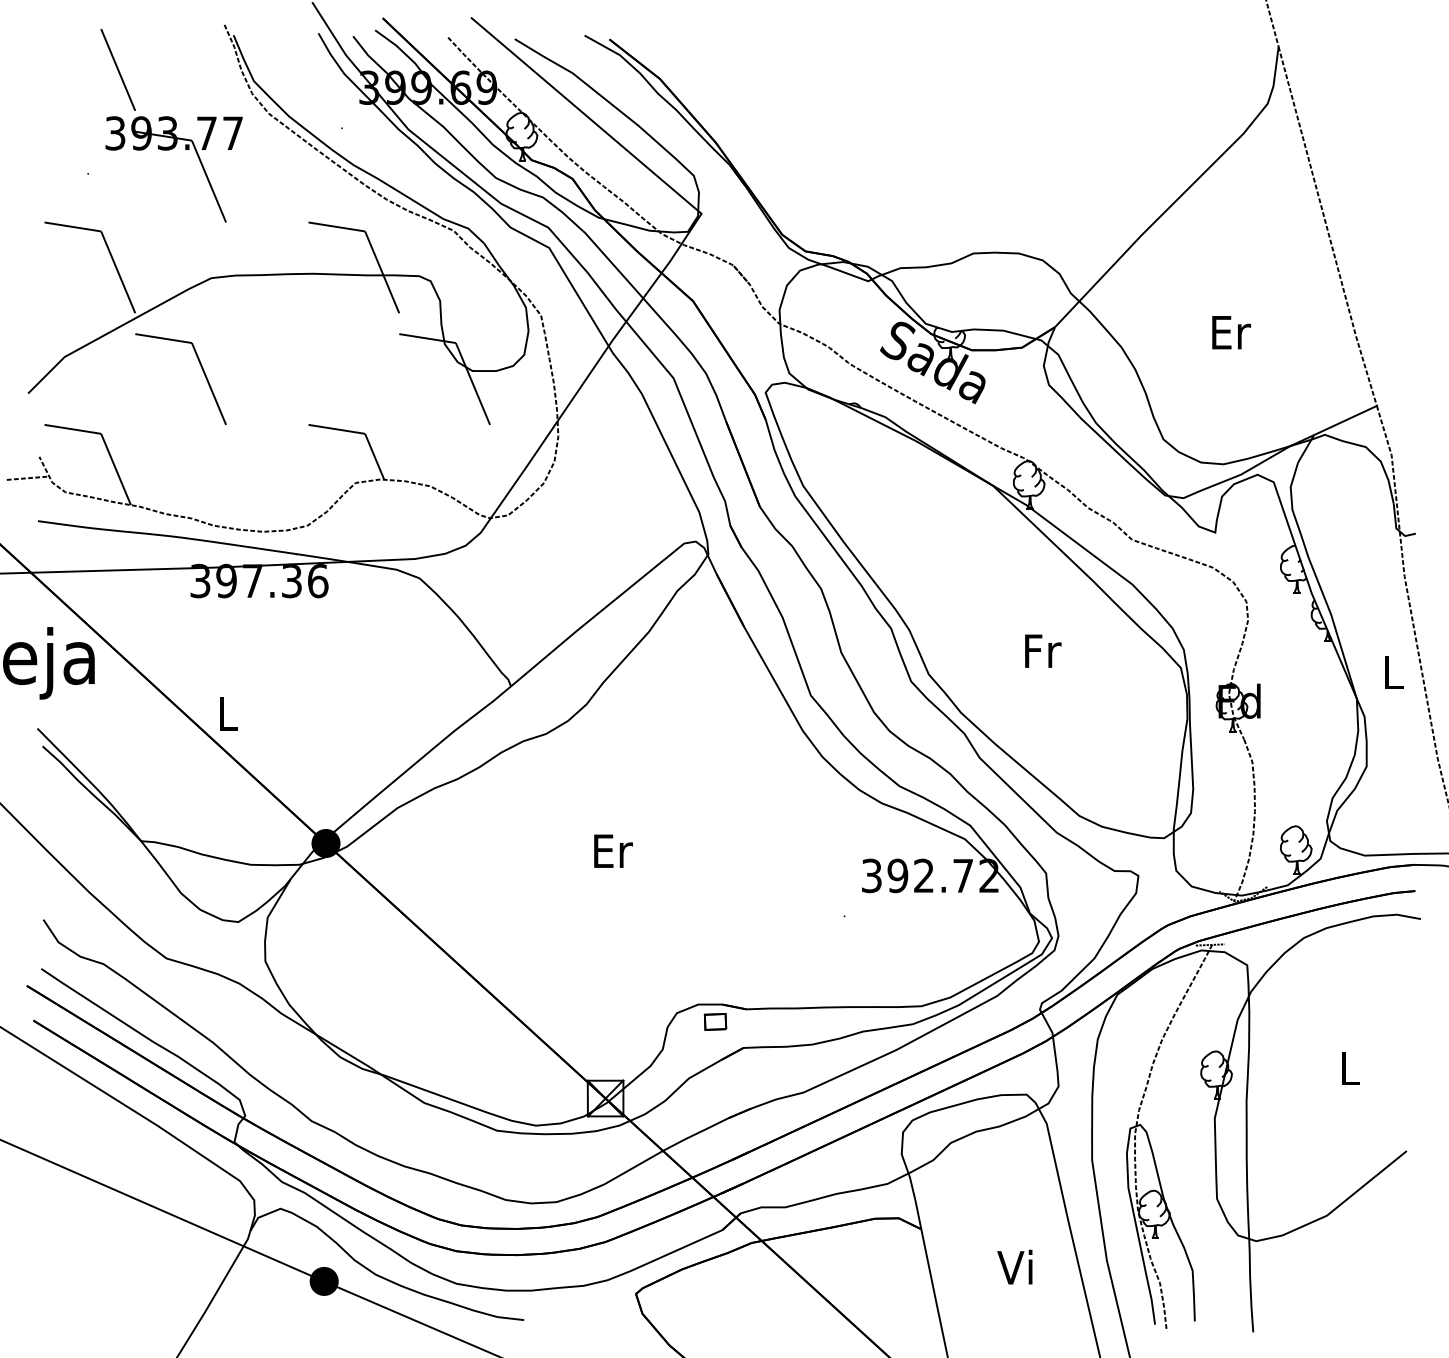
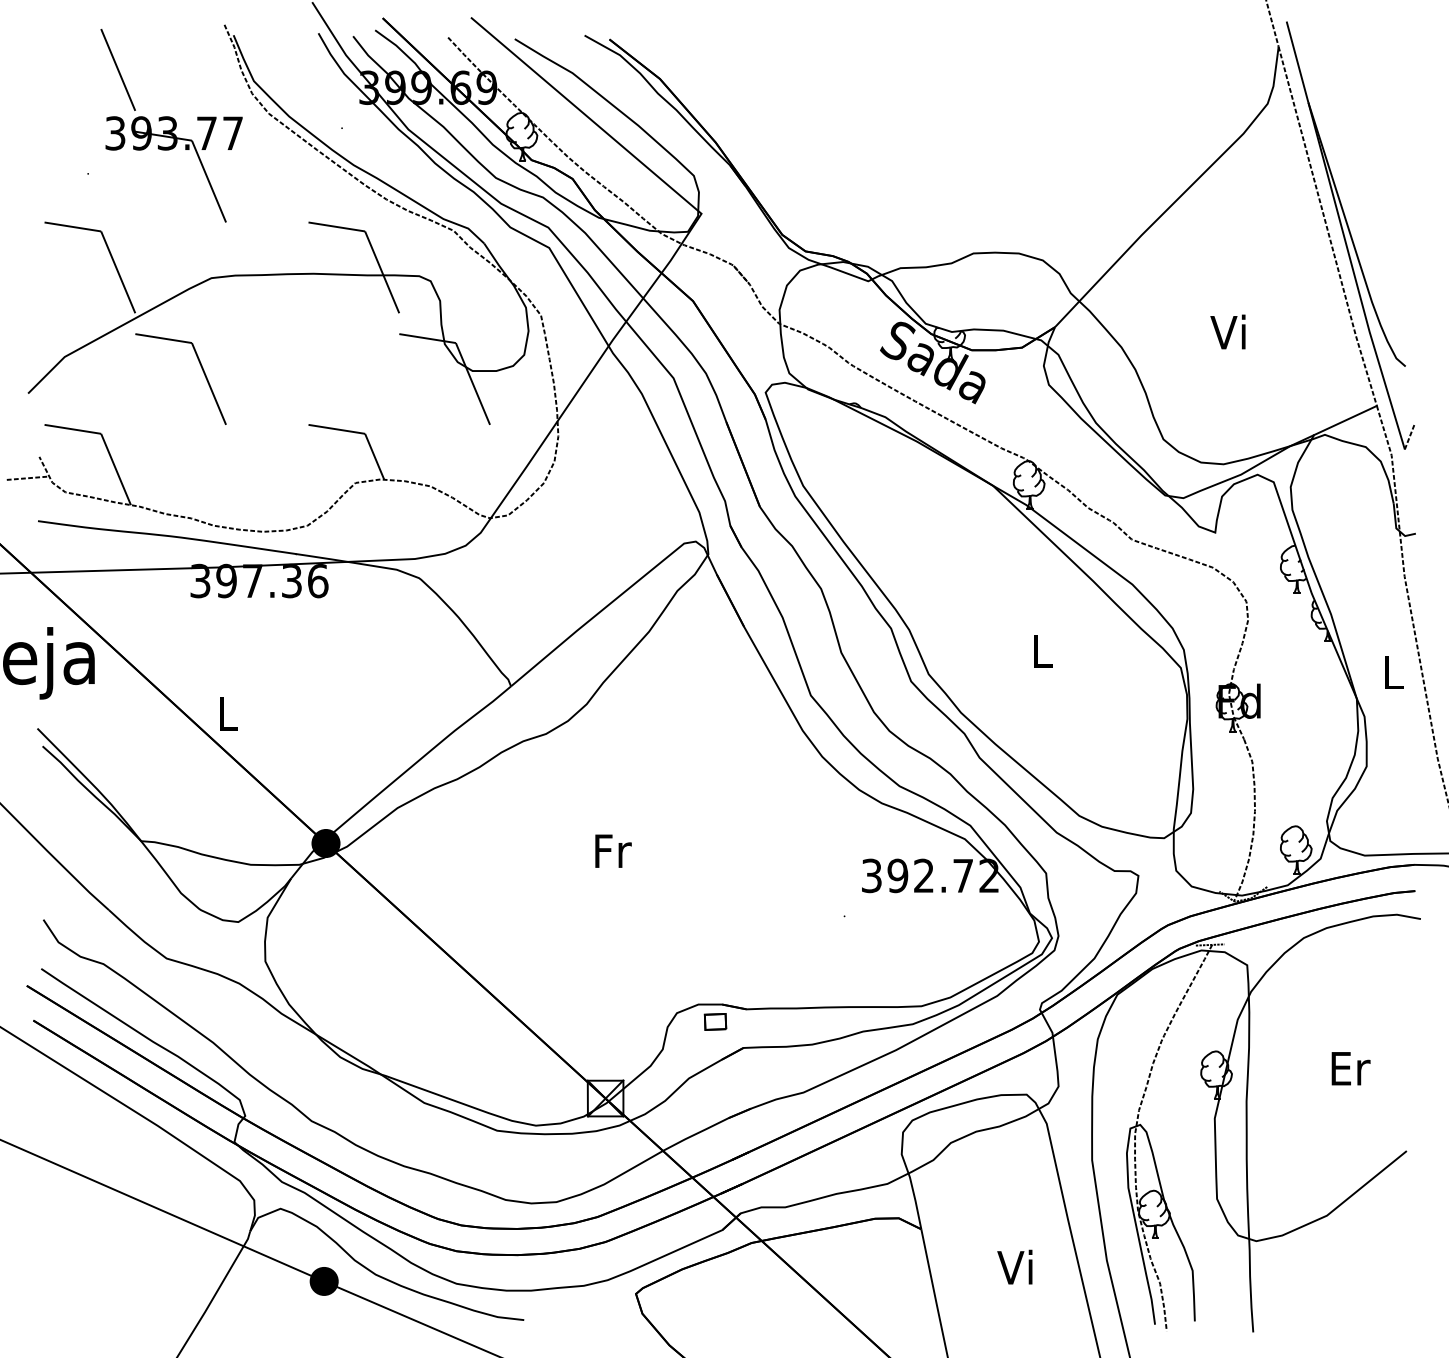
part at (1350, 235): none -> present
text at (1230, 331): Er -> Vi
text at (1043, 650): Fr -> L
text at (613, 850): Er -> Fr
text at (1350, 1068): L -> Er
